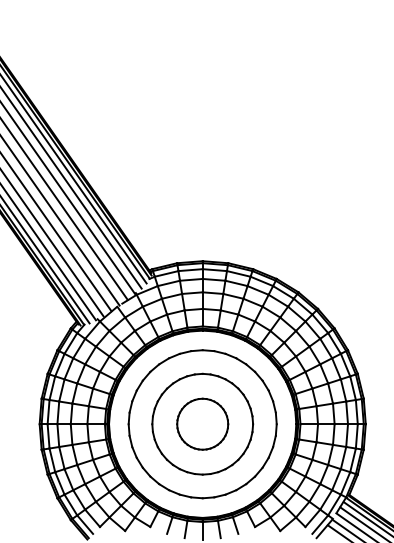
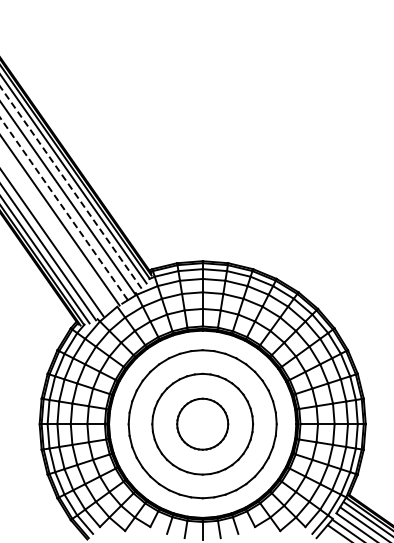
line at (70, 187): solid -> dashed
line at (64, 209): solid -> dashed
line at (56, 233): present -> none
